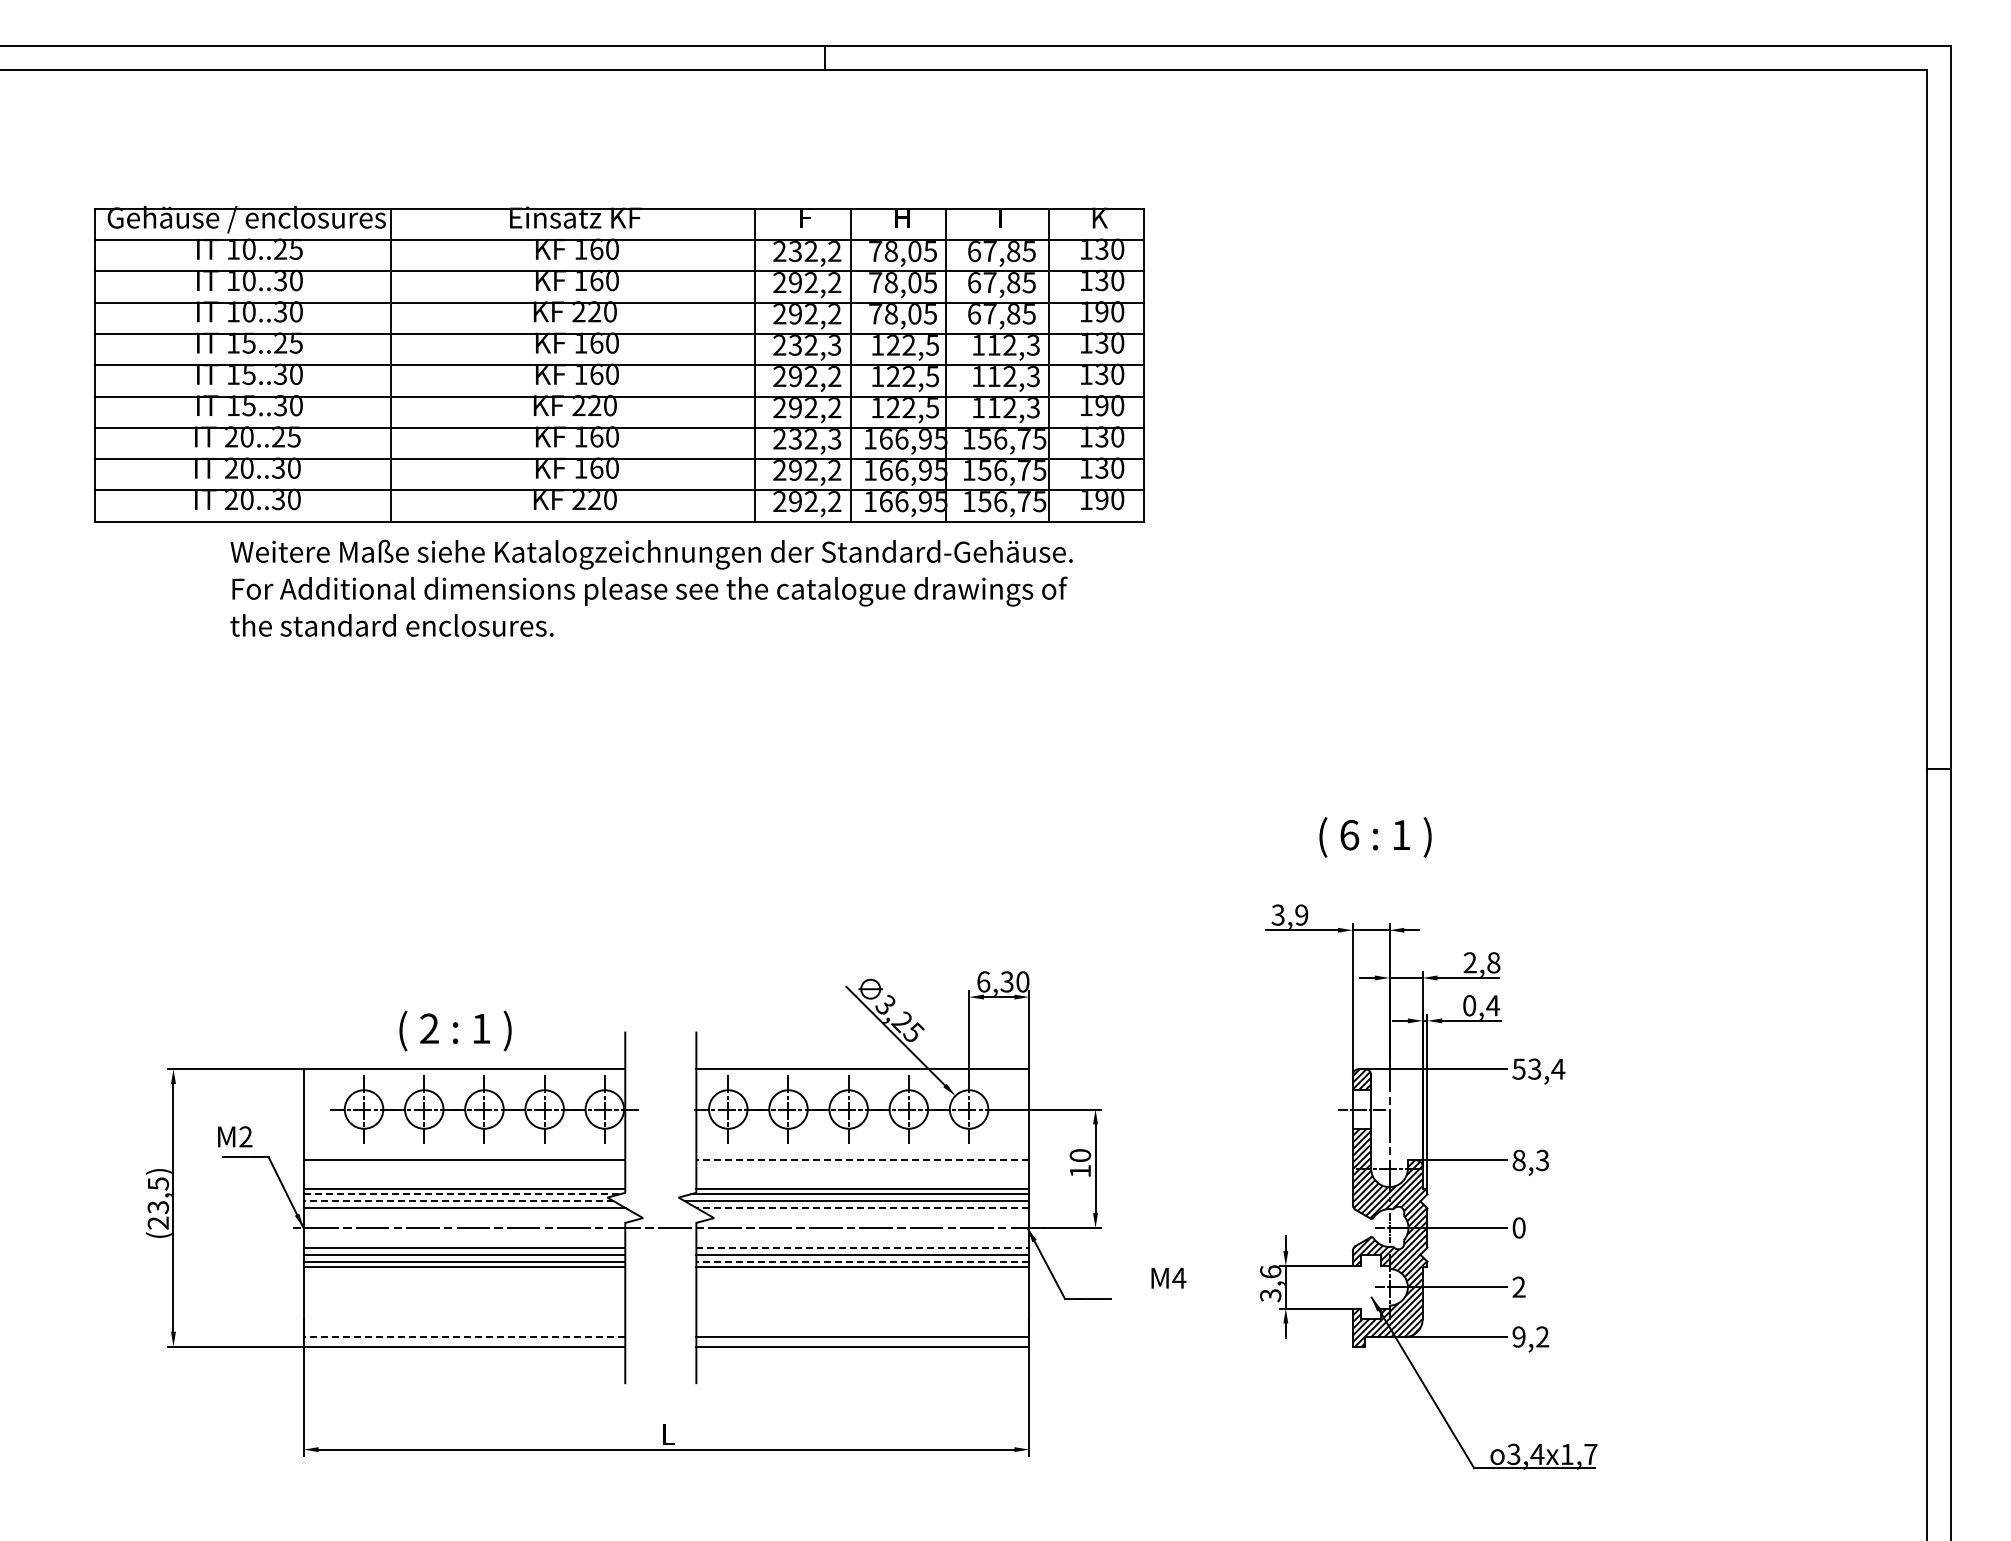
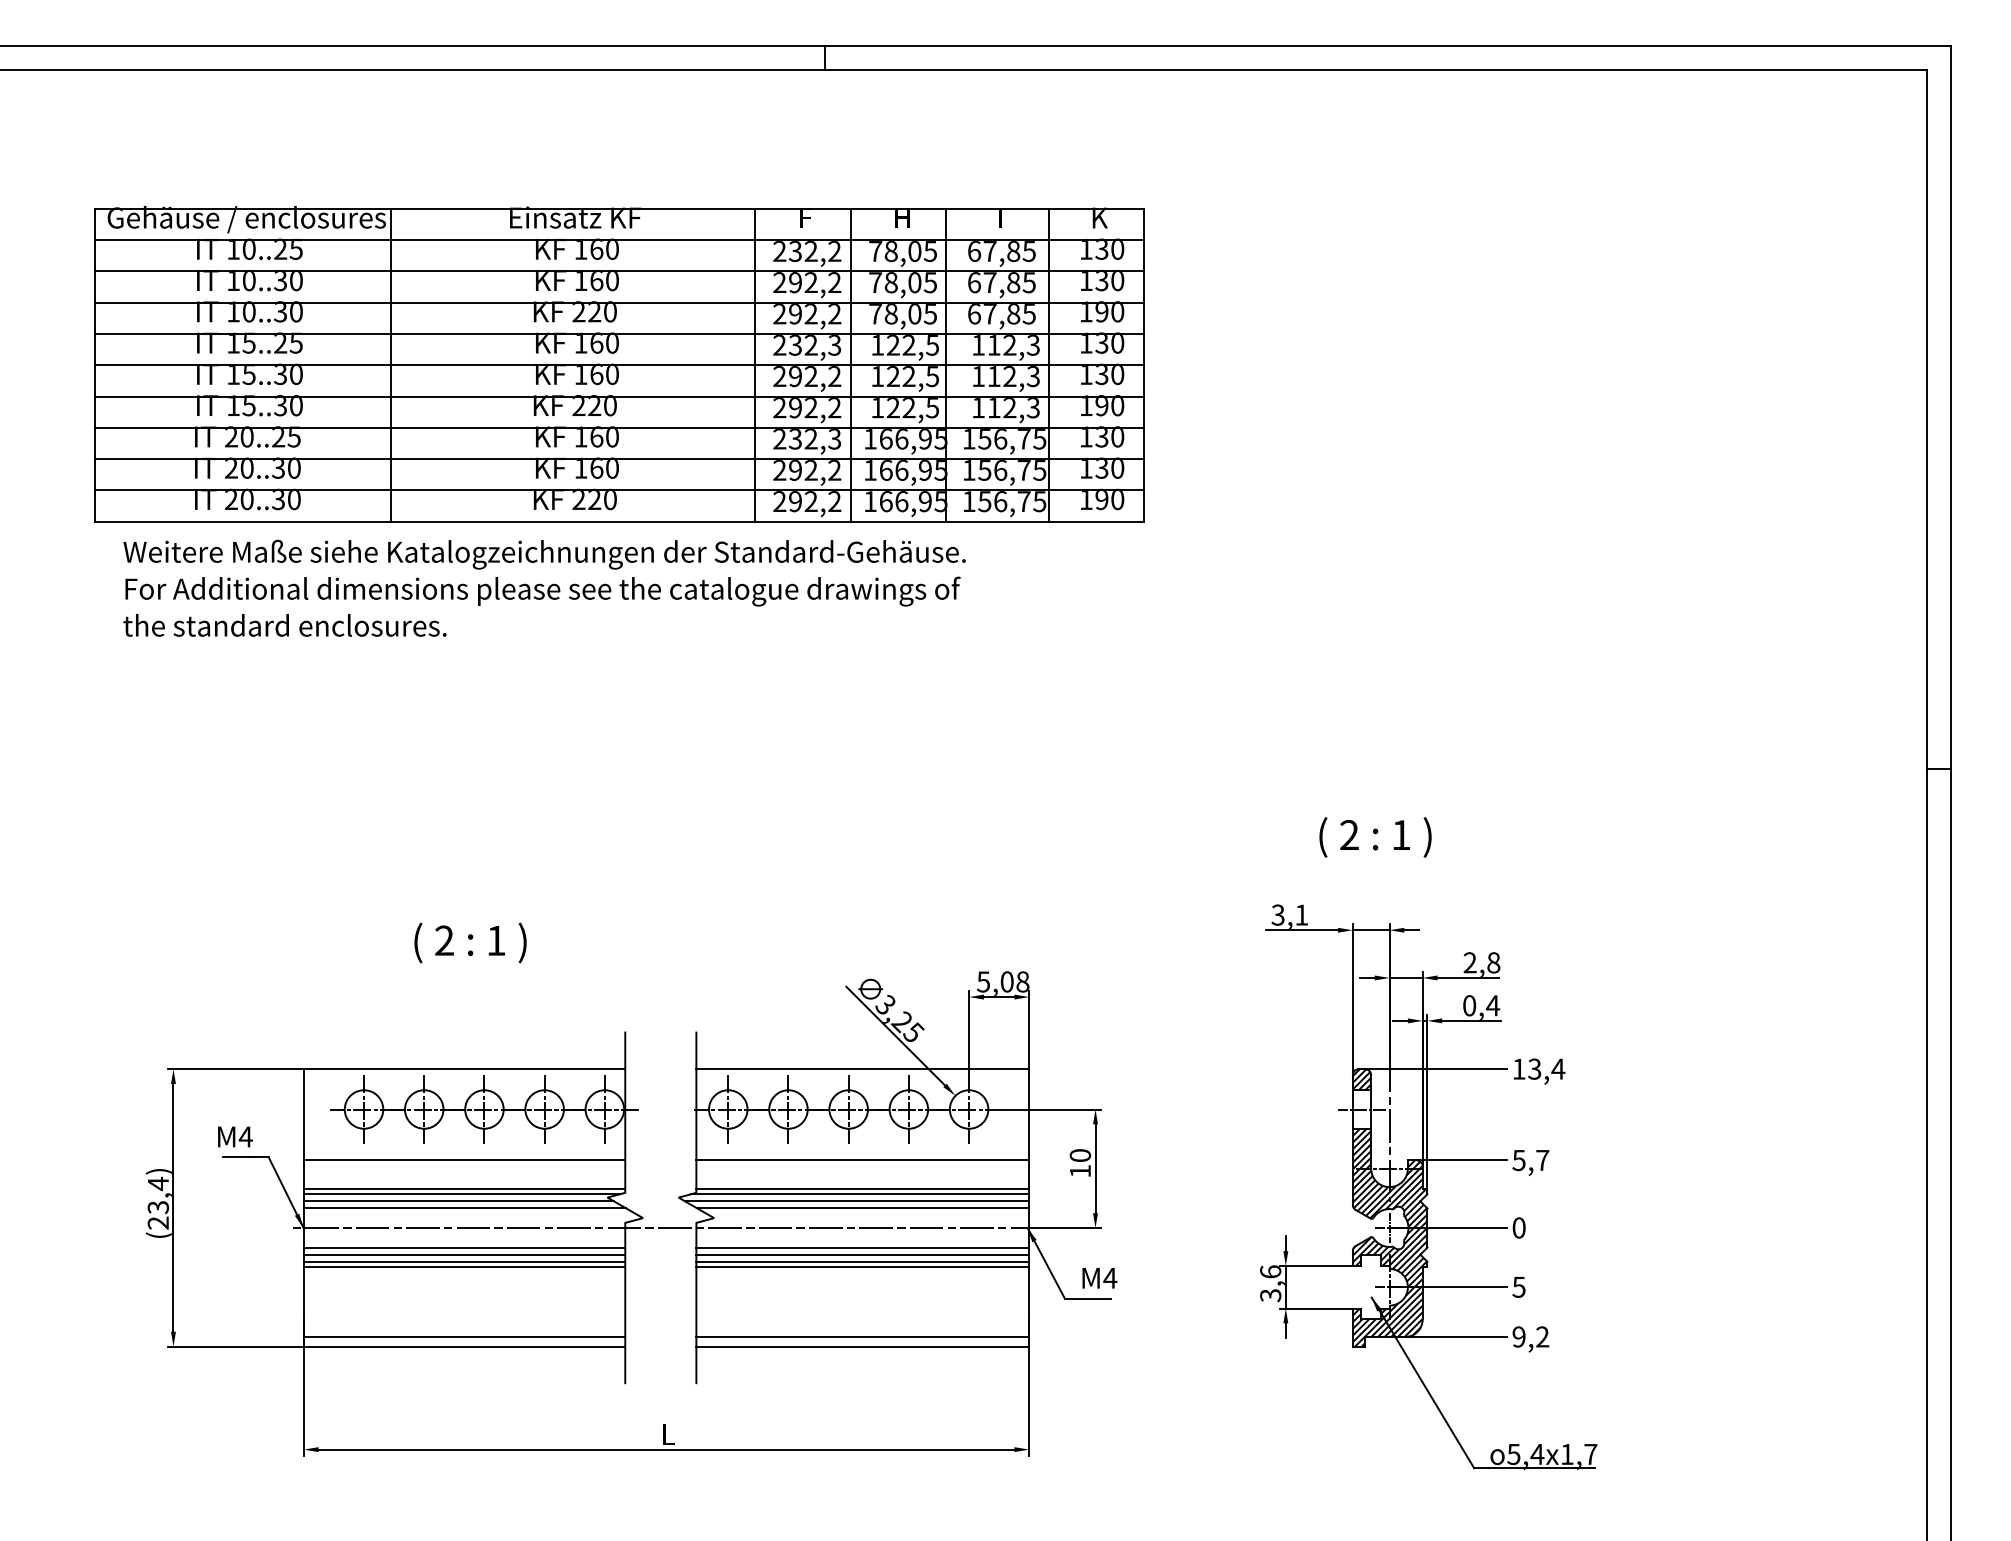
text at (651, 587) position: (651, 587) -> (544, 587)
text at (1349, 834): 6 -> 2
text at (1301, 914): 3,9 -> 3,1
text at (1003, 981): 6,30 -> 5,08
text at (455, 1030) position: (455, 1030) -> (470, 942)
text at (1518, 1068): 53,4 -> 13,4
text at (245, 1136): M2 -> M4
line at (862, 1160): dashed -> solid
text at (1530, 1160): 8,3 -> 5,7
text at (158, 1183): (23,5) -> (23,4)
line at (462, 1194): dashed -> solid
line at (458, 1201): dashed -> solid
line at (863, 1208): dashed -> solid
line at (863, 1247): dashed -> solid
line at (862, 1261): dashed -> solid
text at (1168, 1278) position: (1168, 1278) -> (1099, 1278)
text at (1518, 1286): 2 -> 5
line at (464, 1337): dashed -> solid
text at (1514, 1453): 3,4x1,7 -> 5,4x1,7
